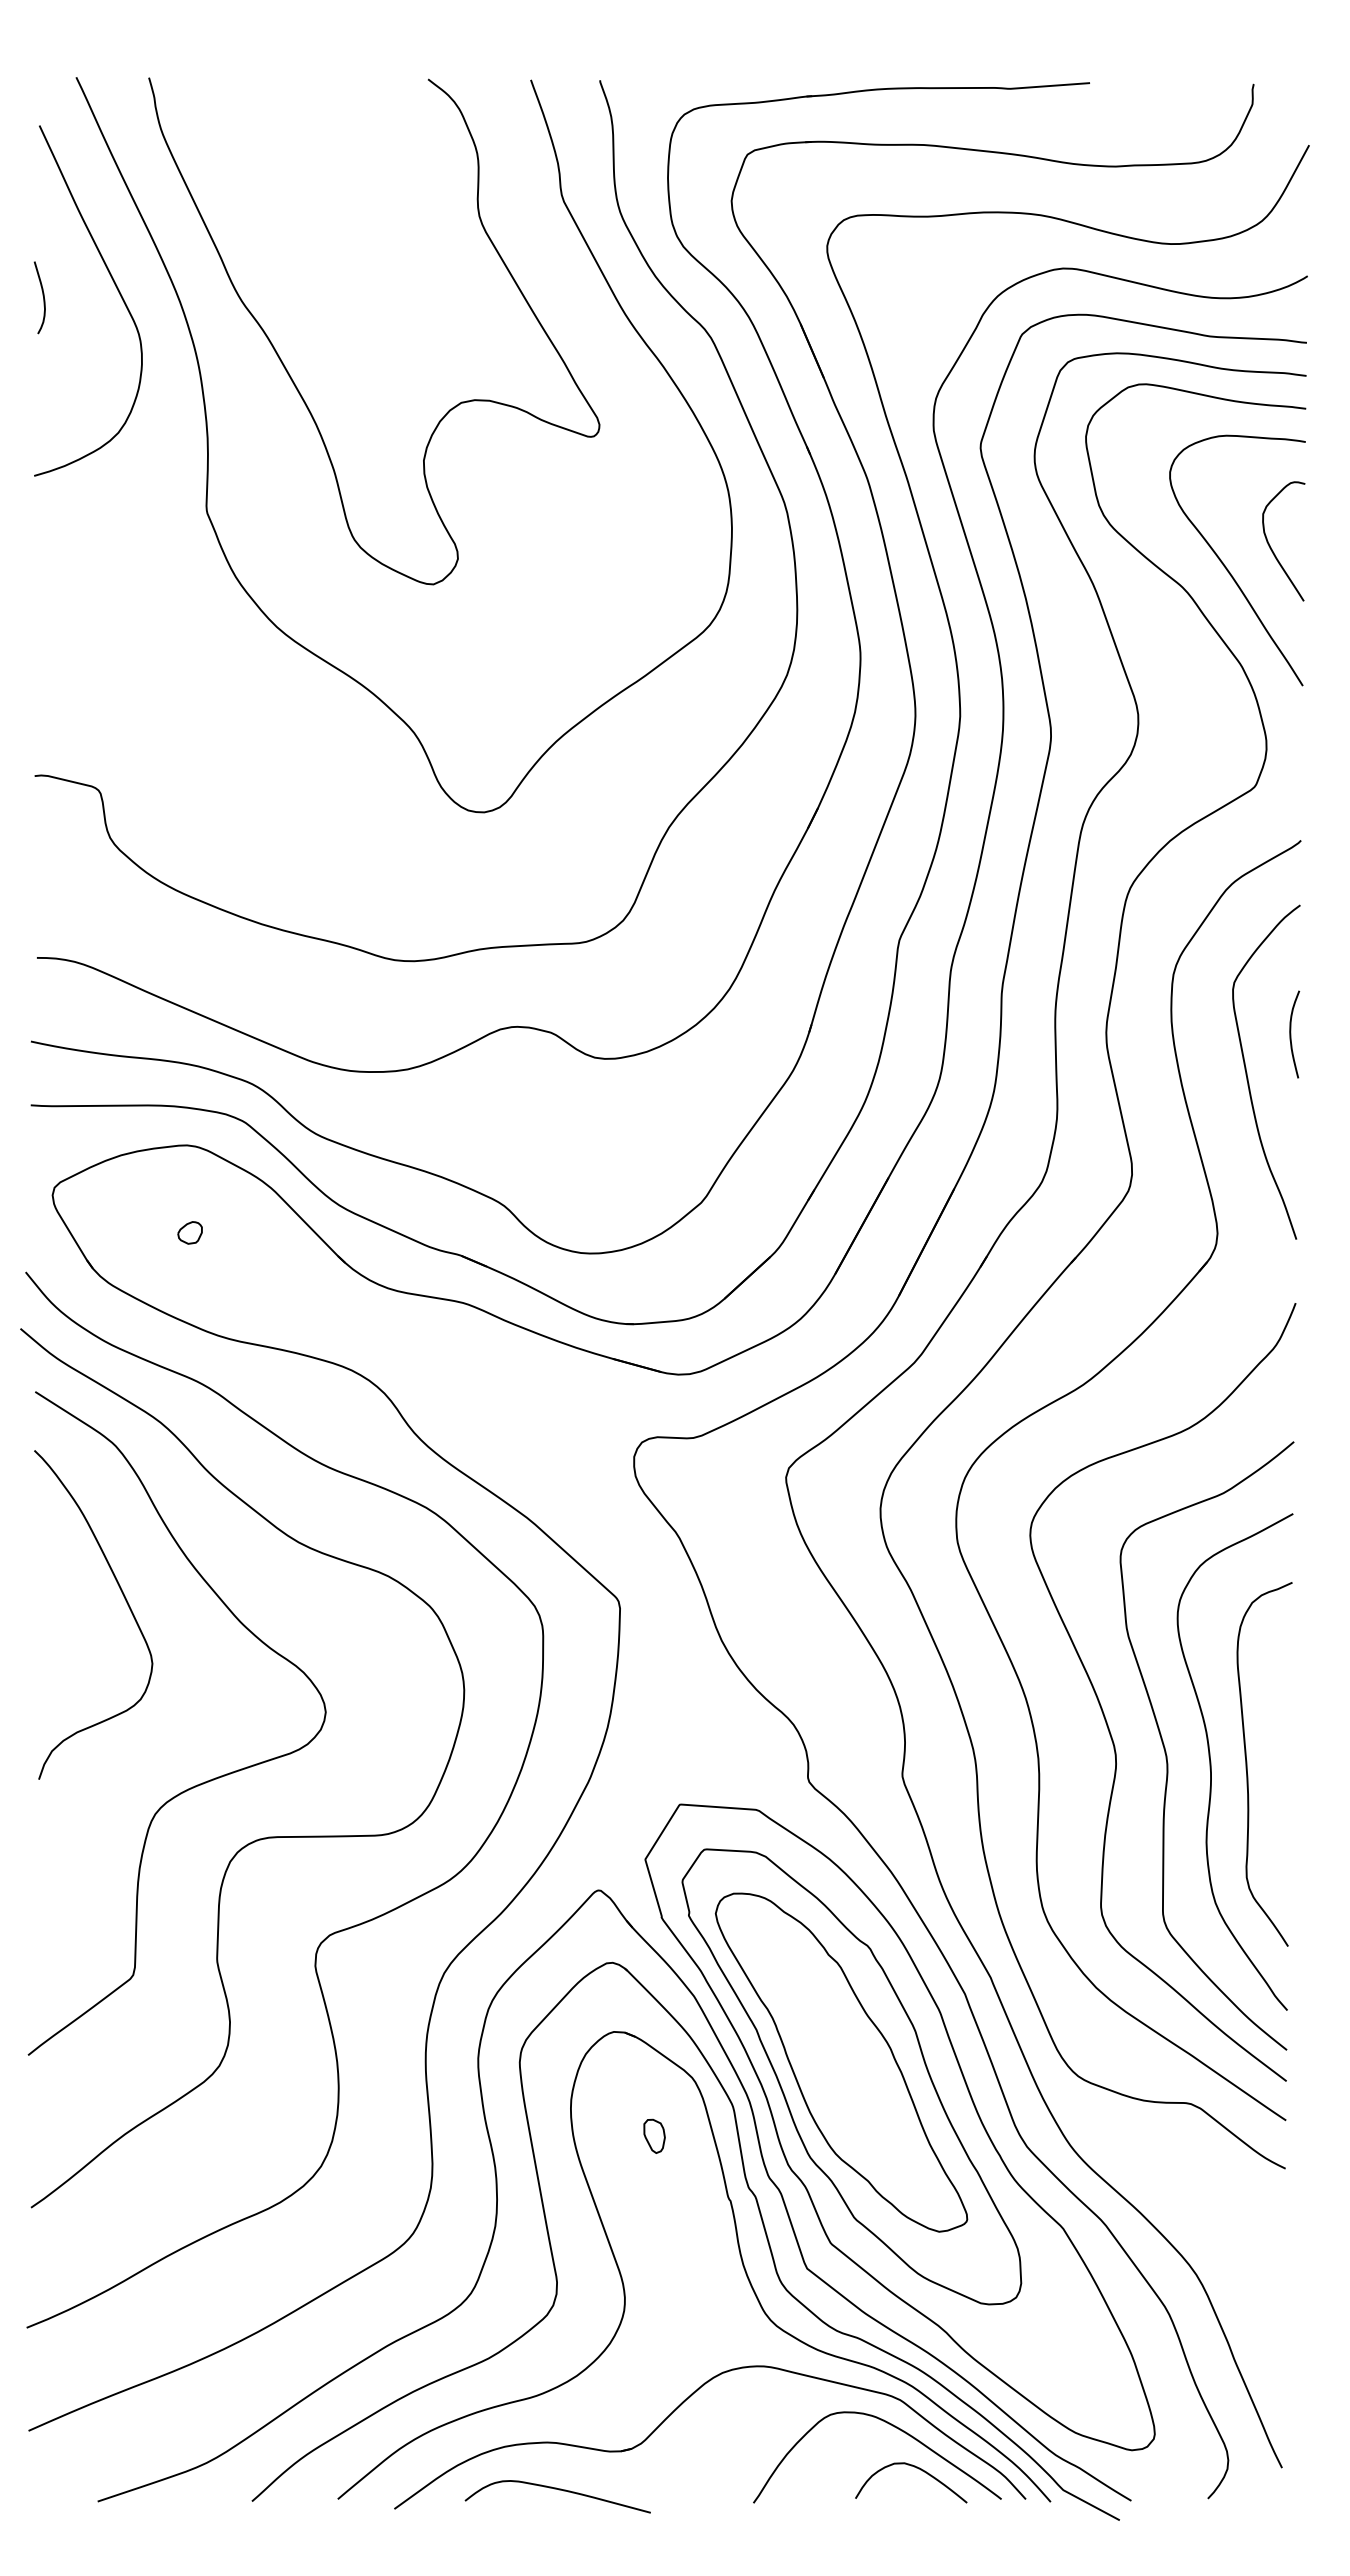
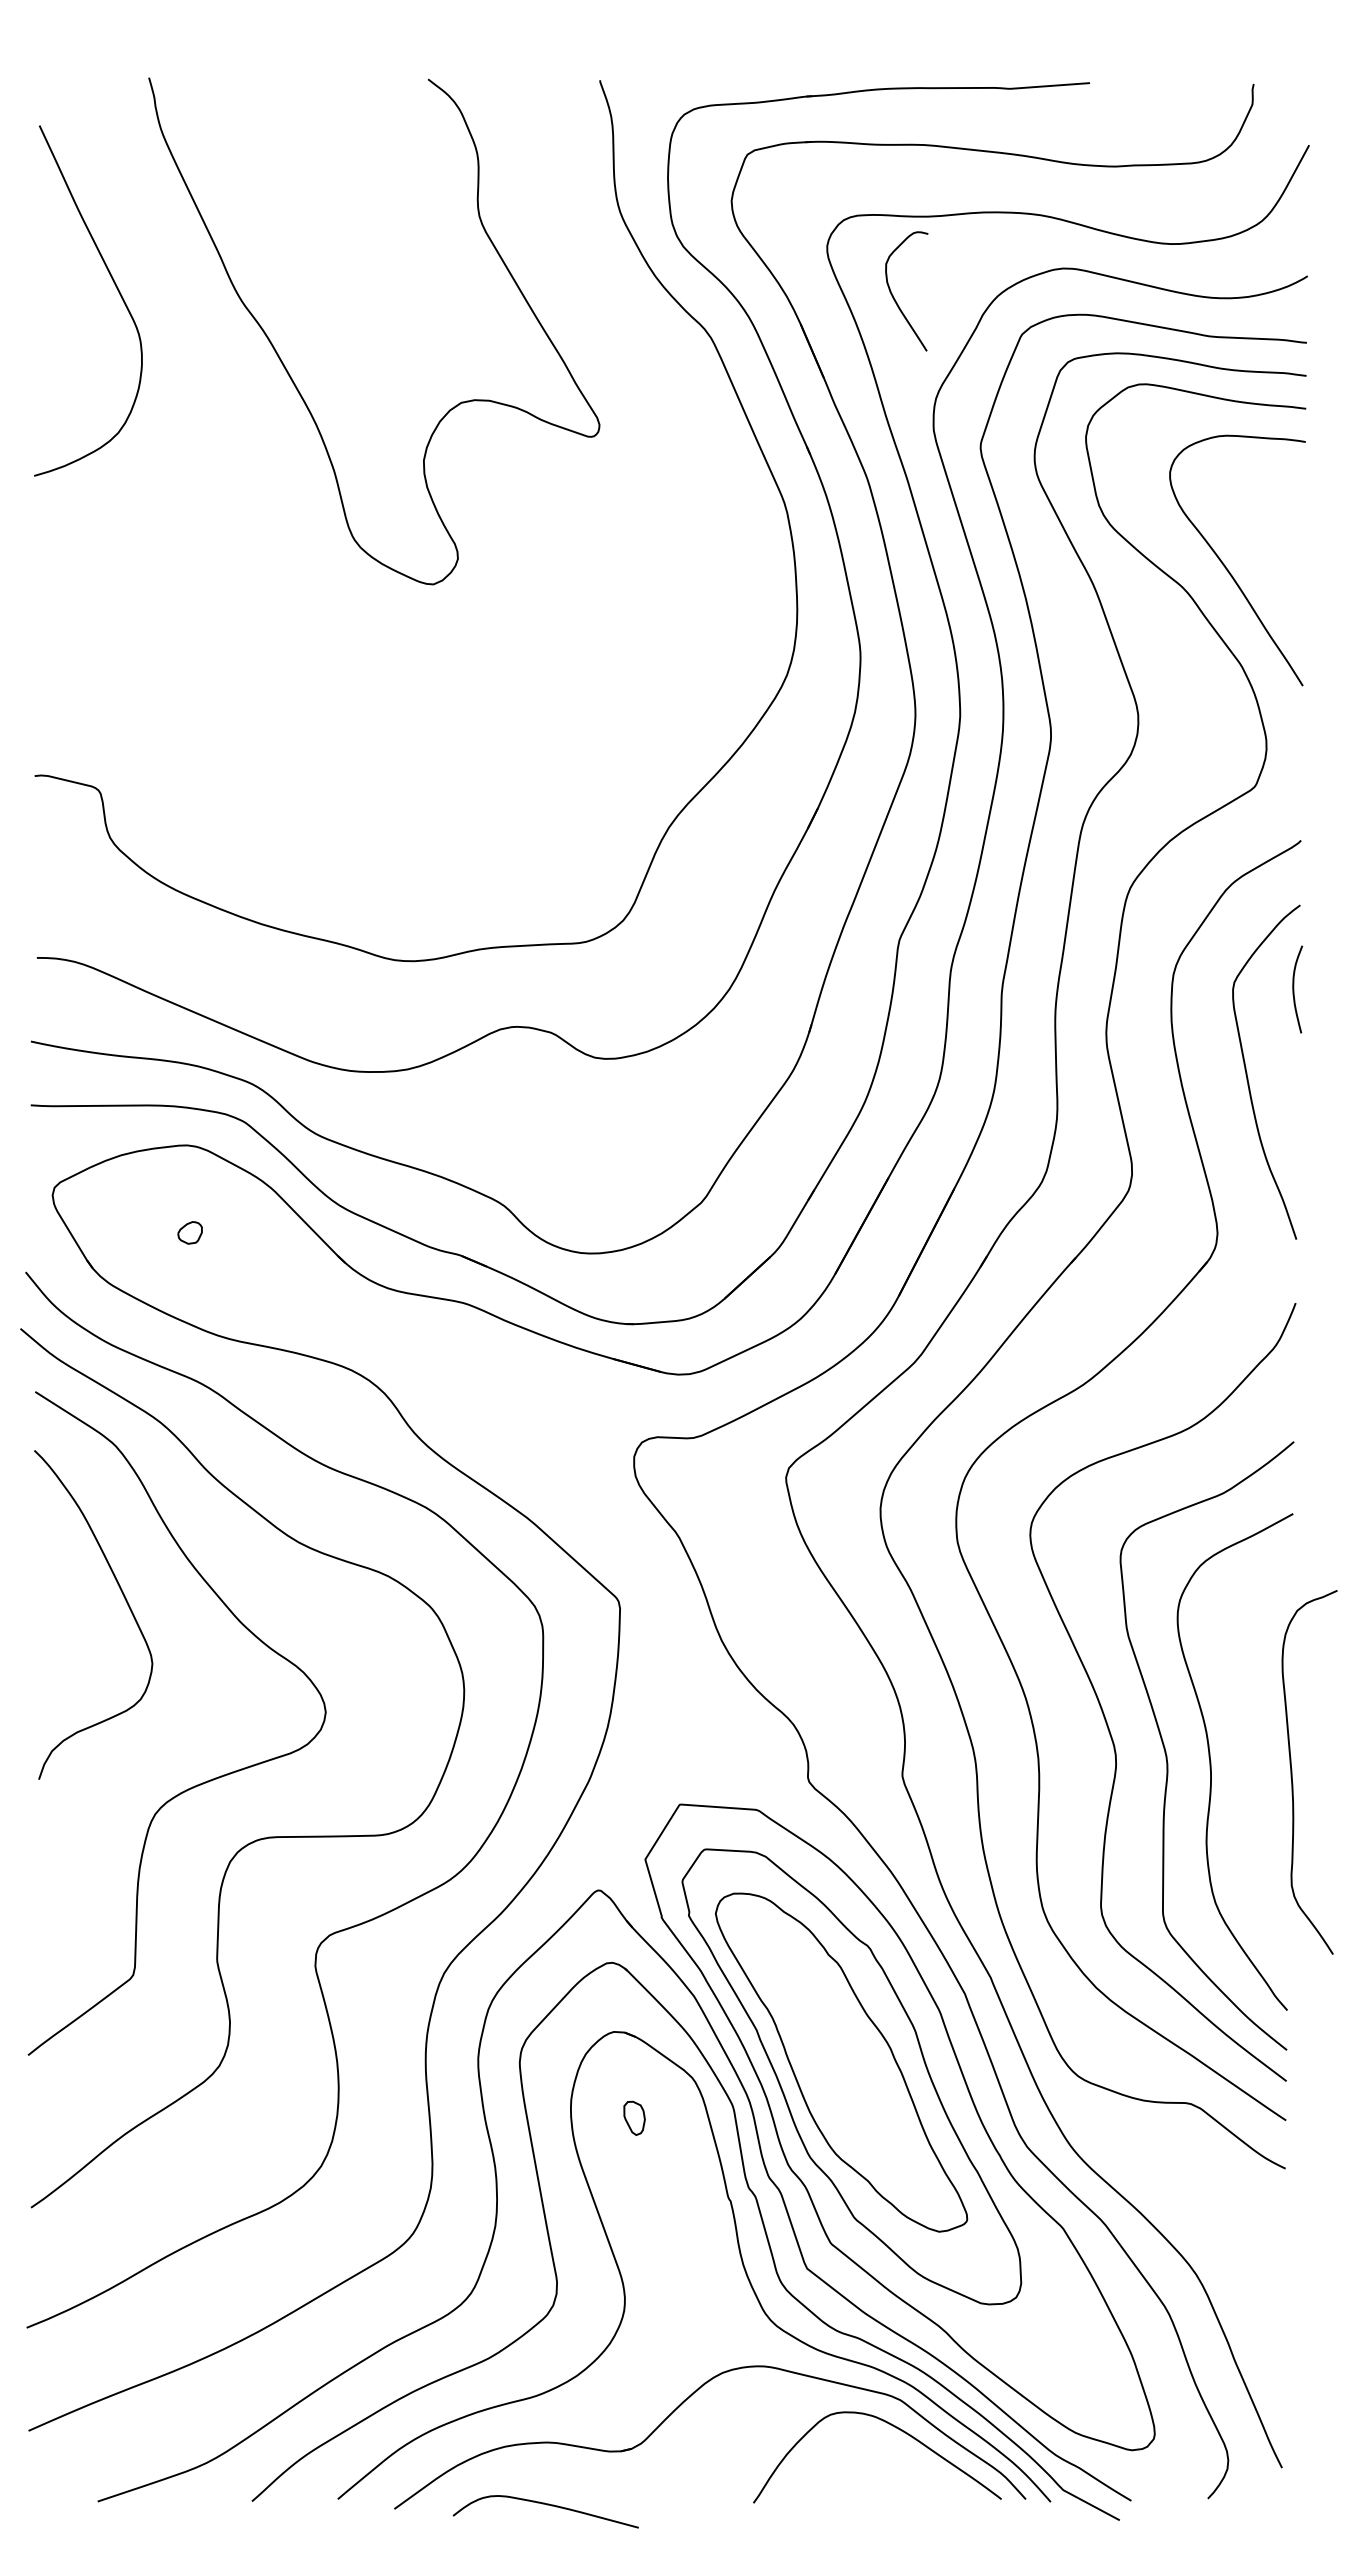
curve at (42, 295): present -> none
curve at (208, 445): present -> none
curve at (1271, 547) position: (1271, 547) -> (894, 297)
curve at (1291, 1034) position: (1291, 1034) -> (1294, 989)
curve at (1247, 1764) position: (1247, 1764) -> (1292, 1772)
part at (654, 2135) position: (654, 2135) -> (634, 2117)
curve at (918, 2469): present -> none
curve at (558, 2490) position: (558, 2490) -> (546, 2505)
